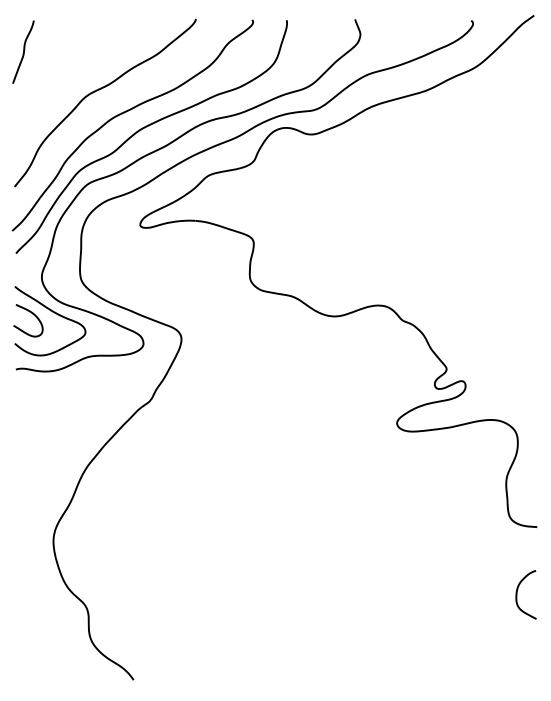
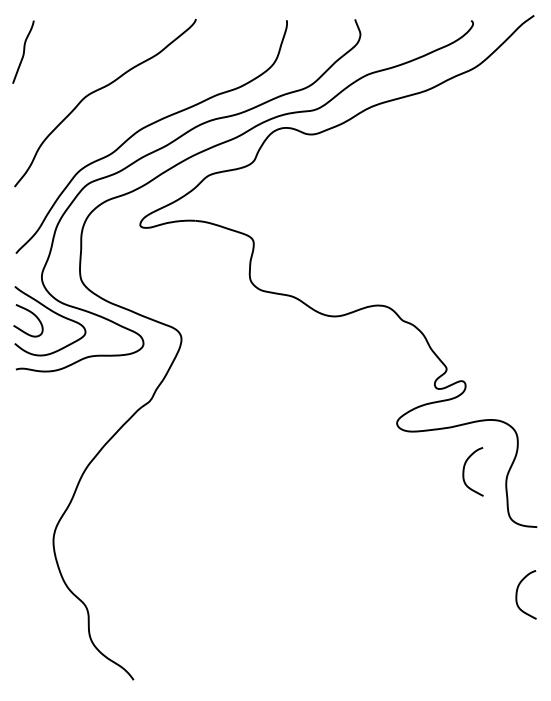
curve at (126, 112): present -> none
curve at (464, 471): none -> present
